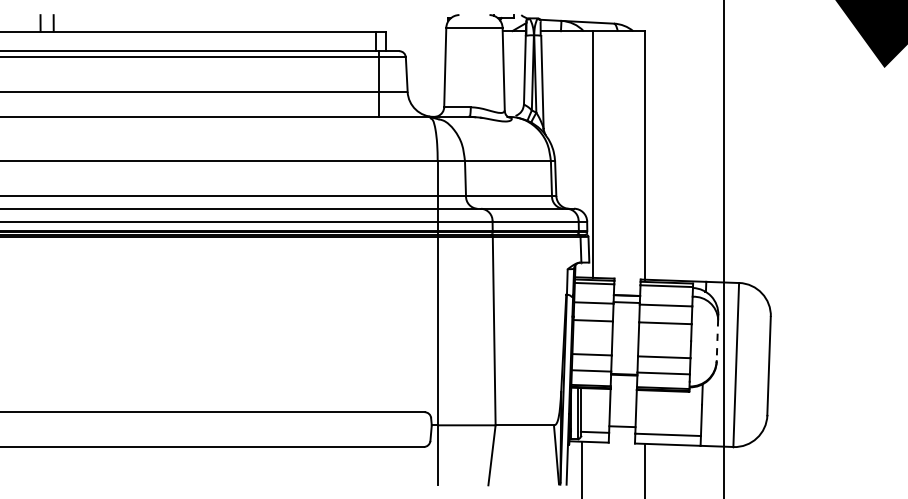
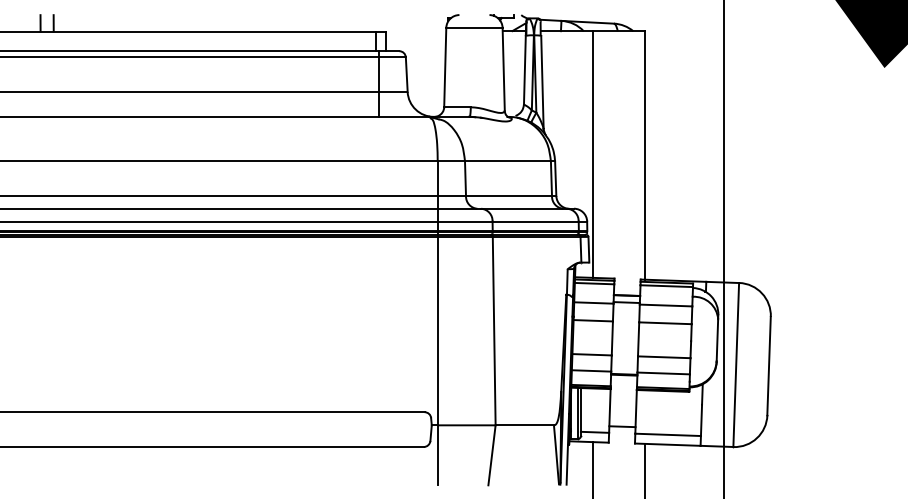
line at (717, 340): dashed -> solid
line at (581, 468) position: (581, 468) -> (592, 468)
